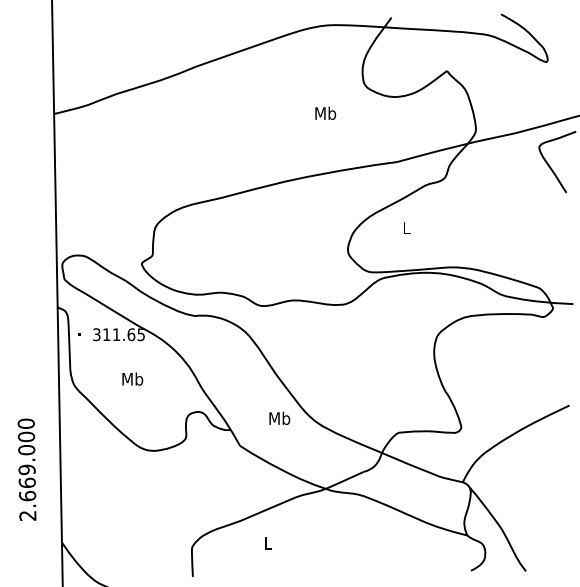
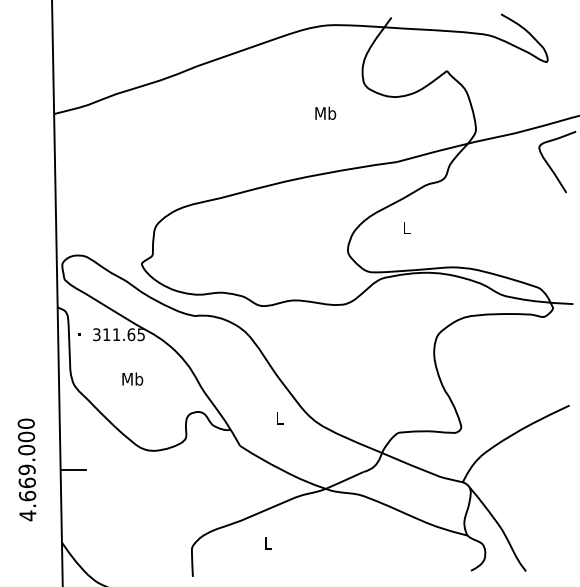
text at (279, 417): Mb -> L
line at (72, 469): none -> present
text at (27, 515): 2.669.000 -> 4.669.000
